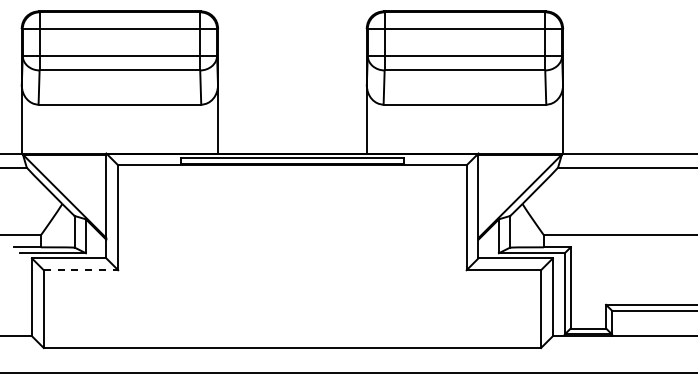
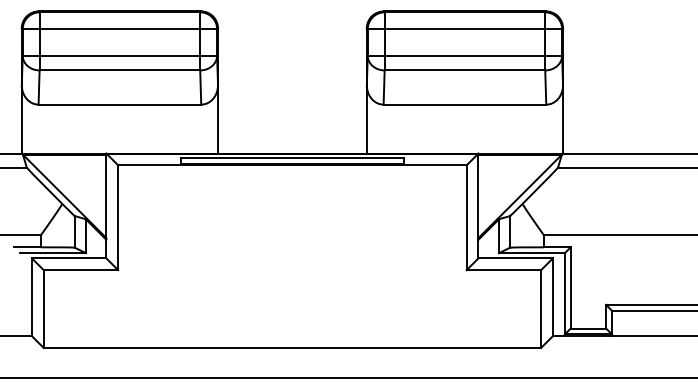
line at (81, 270): dashed -> solid
line at (348, 372) position: (348, 372) -> (348, 377)
